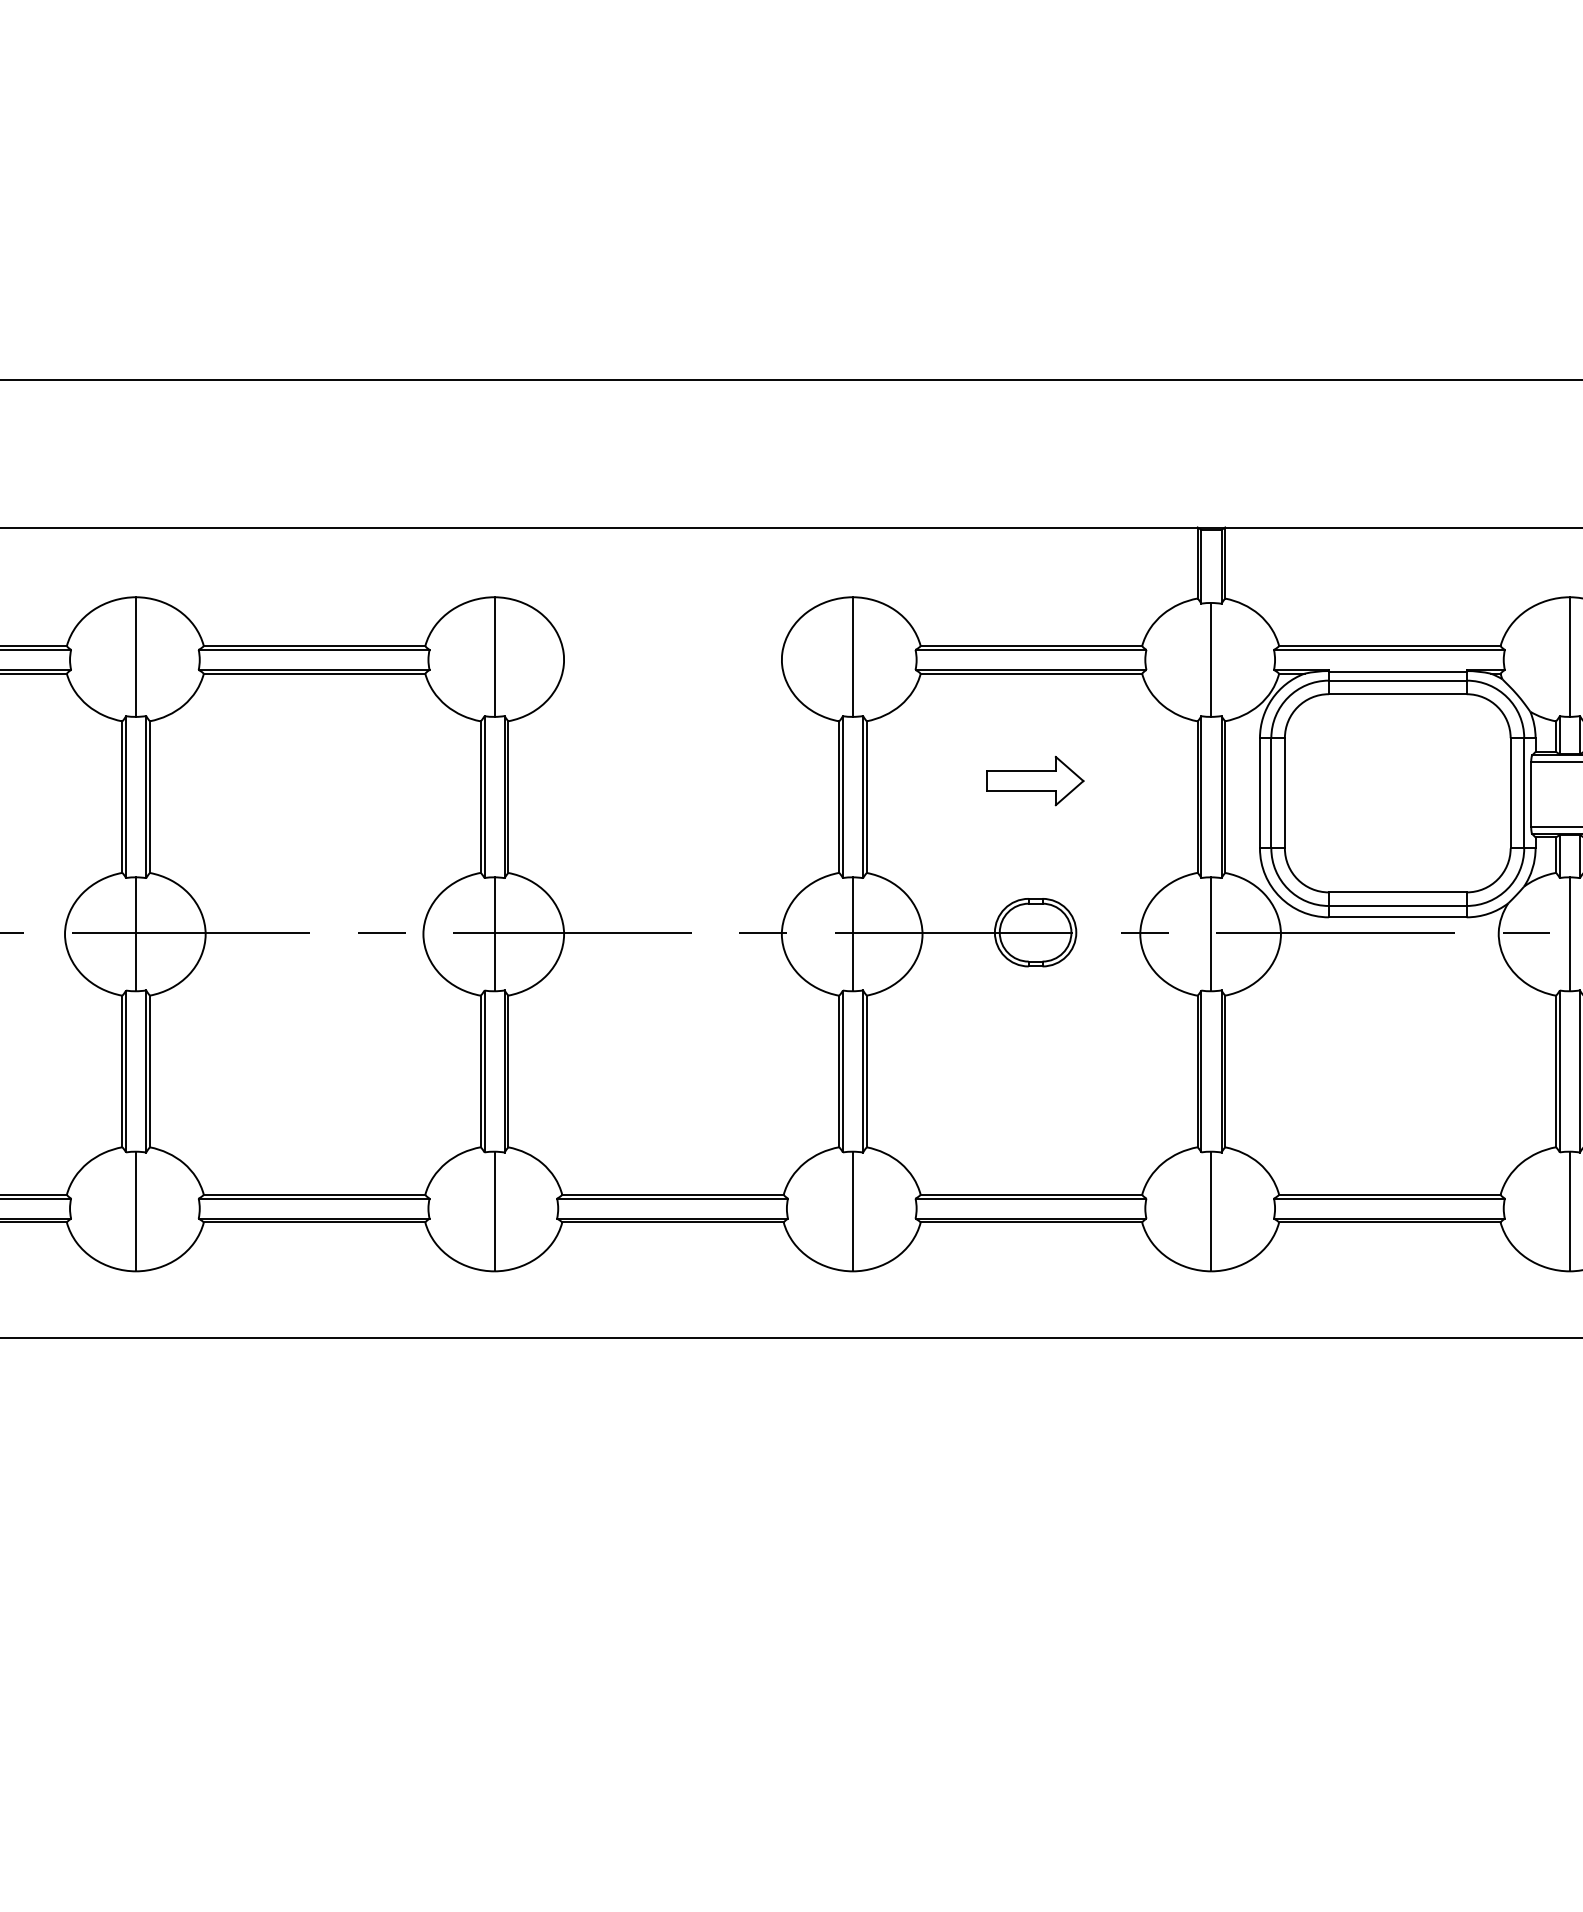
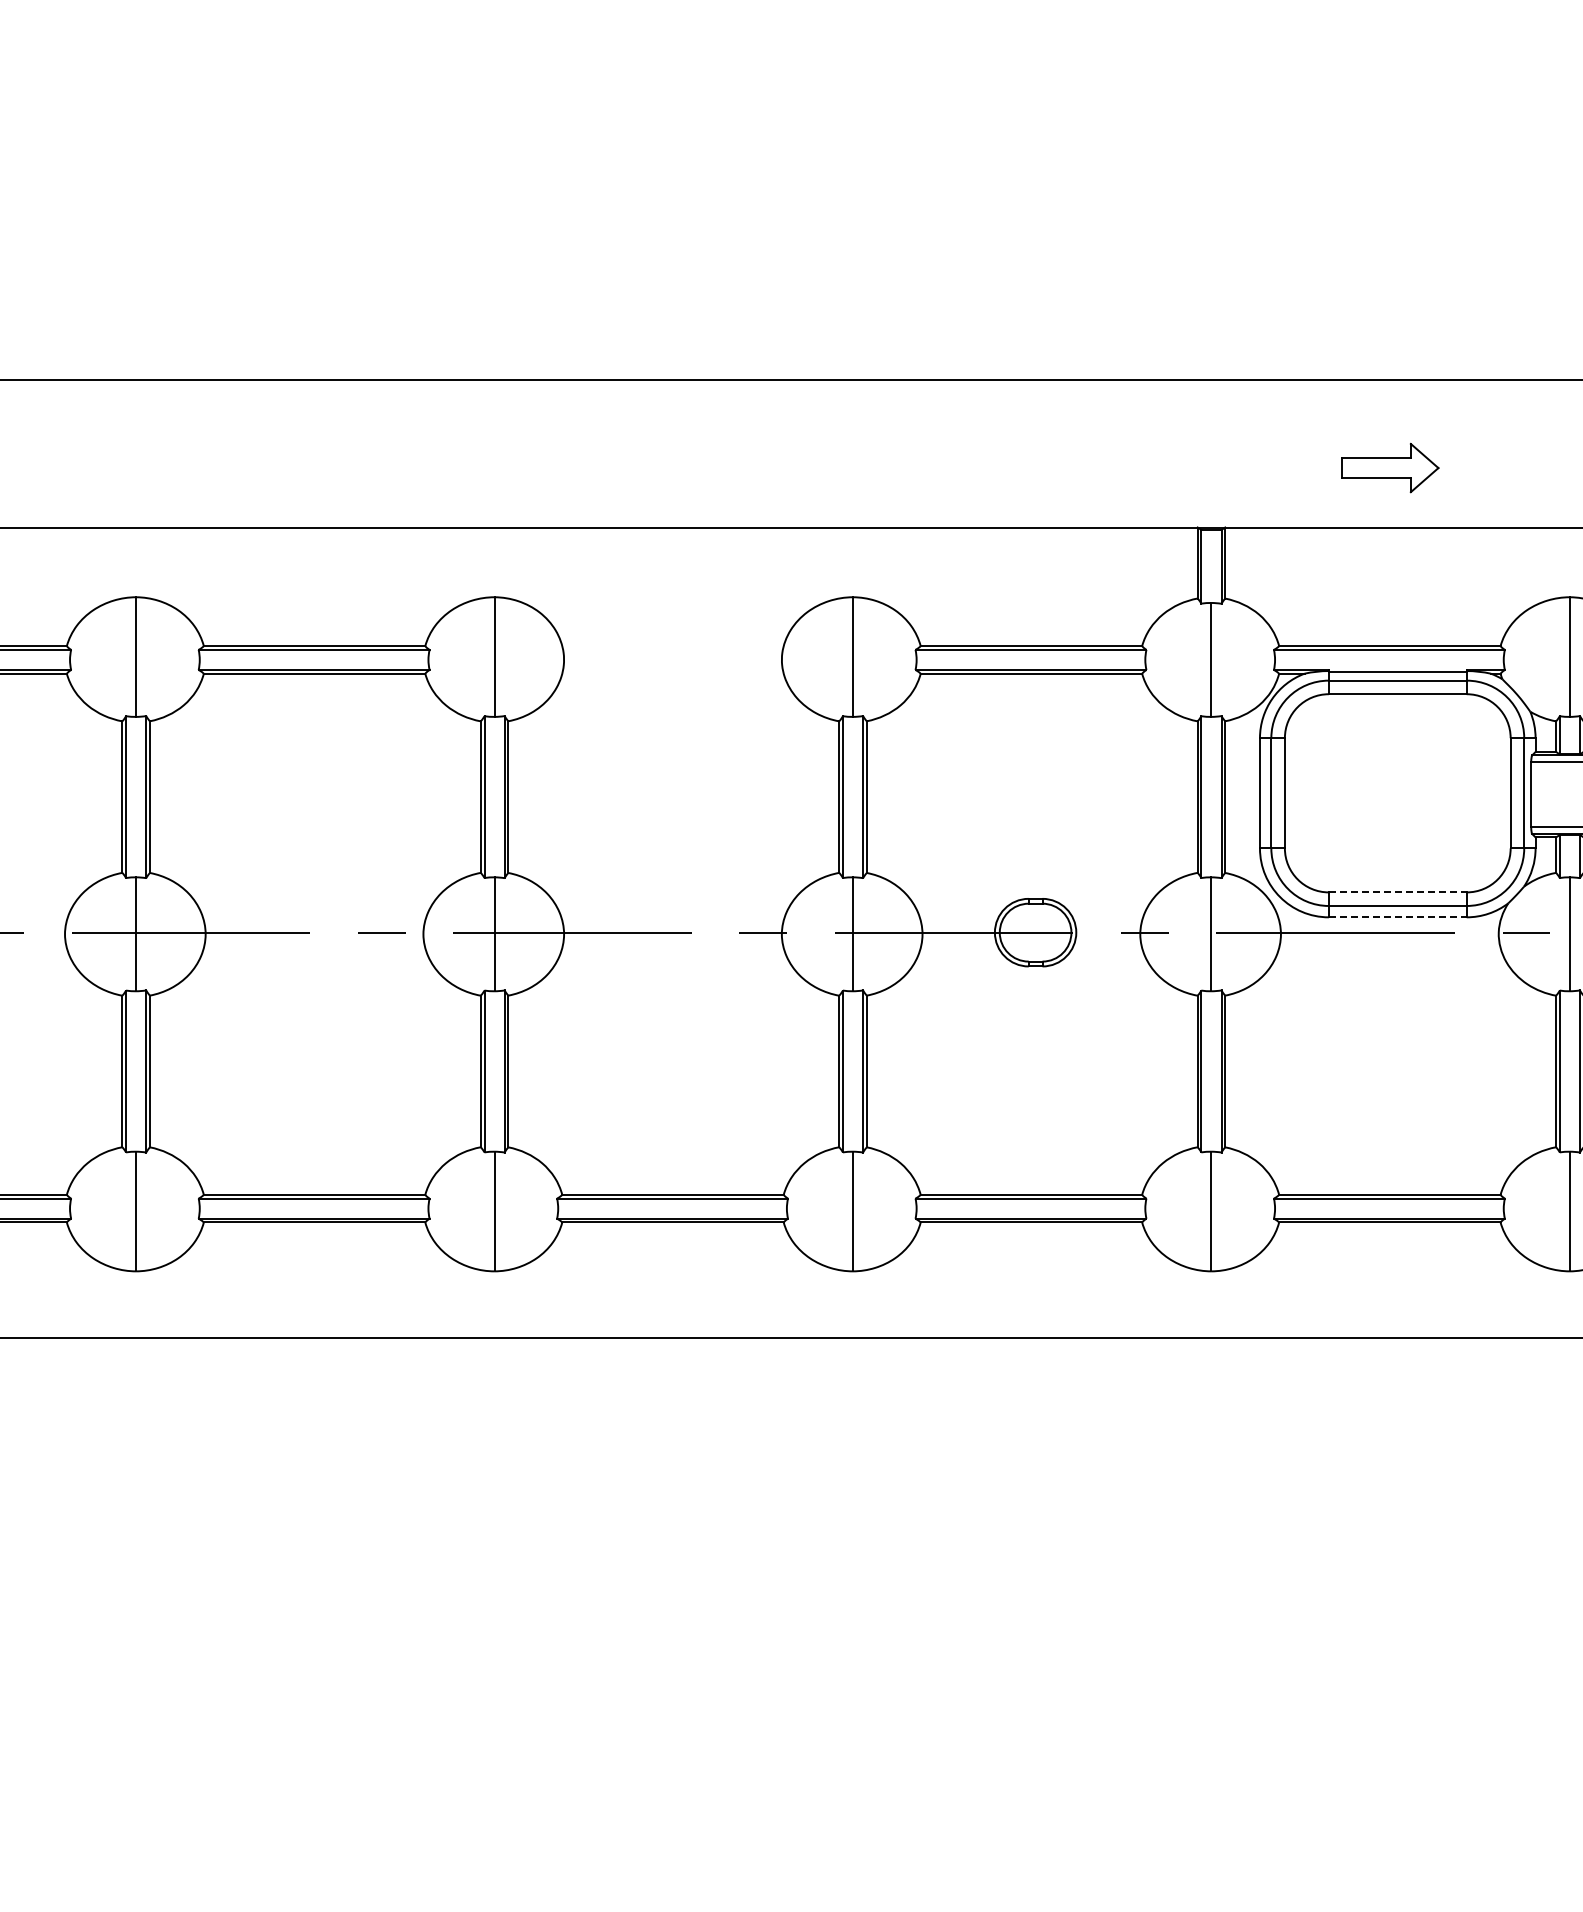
part at (1035, 780) position: (1035, 780) -> (1390, 467)
line at (1397, 892): solid -> dashed
line at (1397, 917): solid -> dashed
